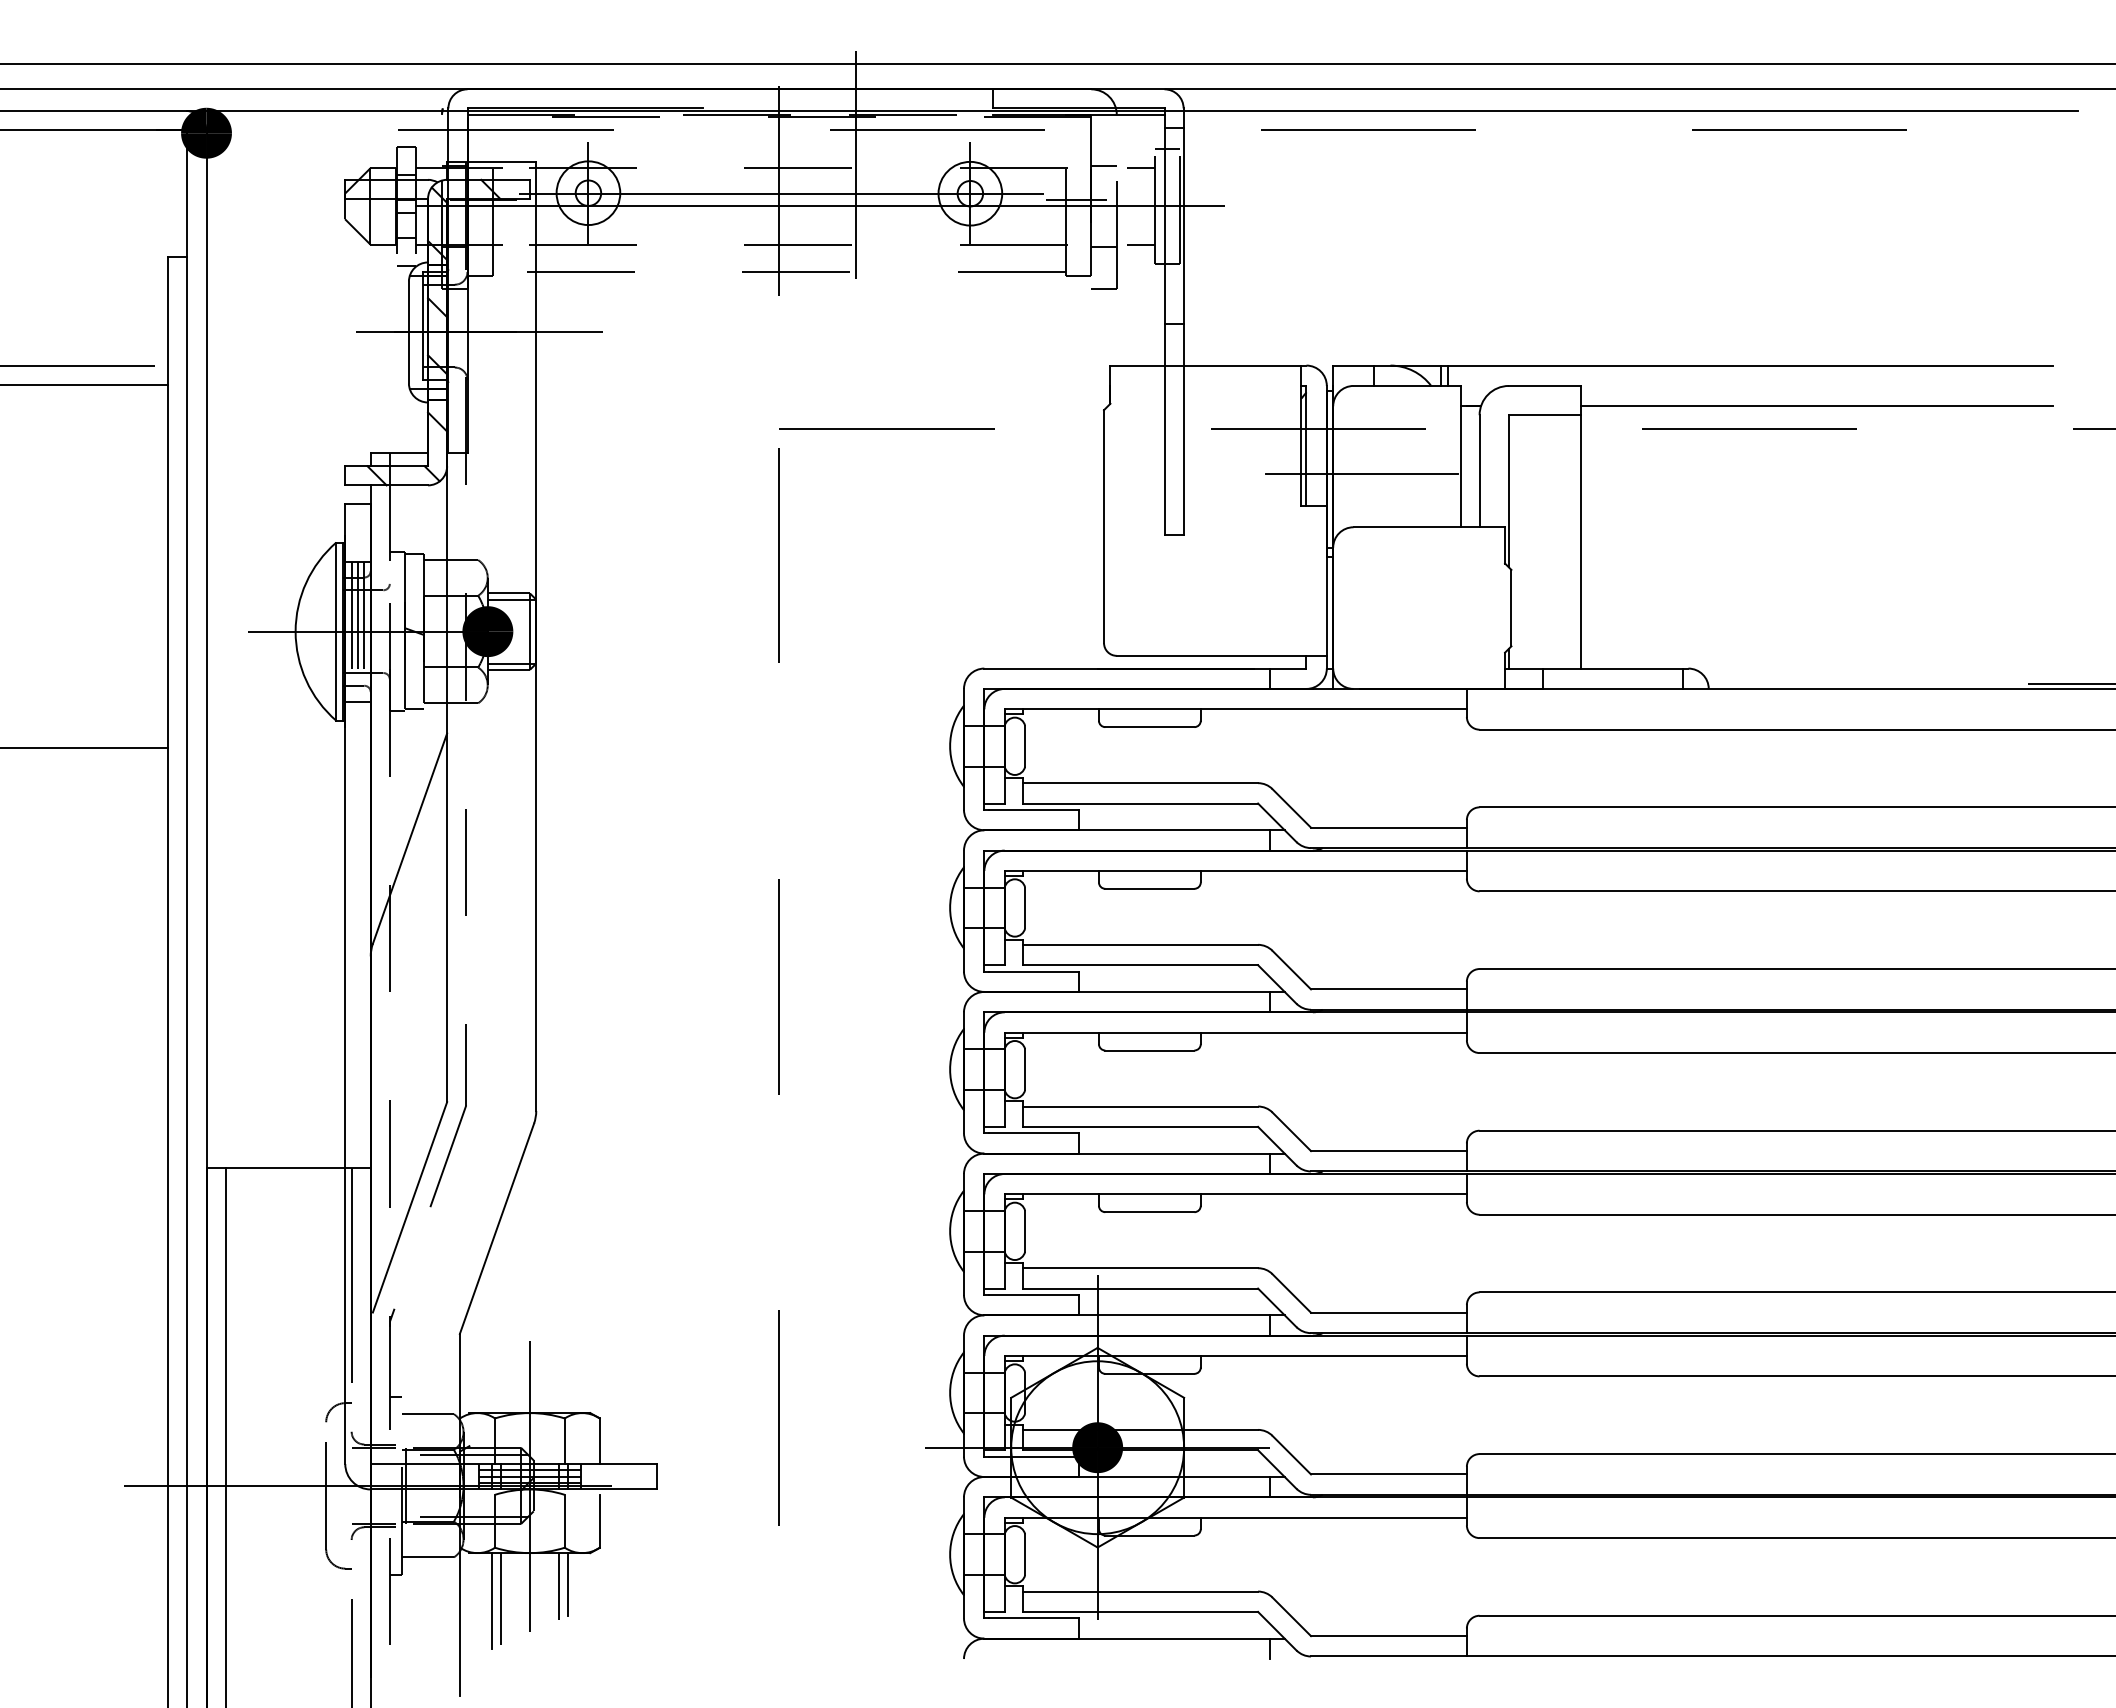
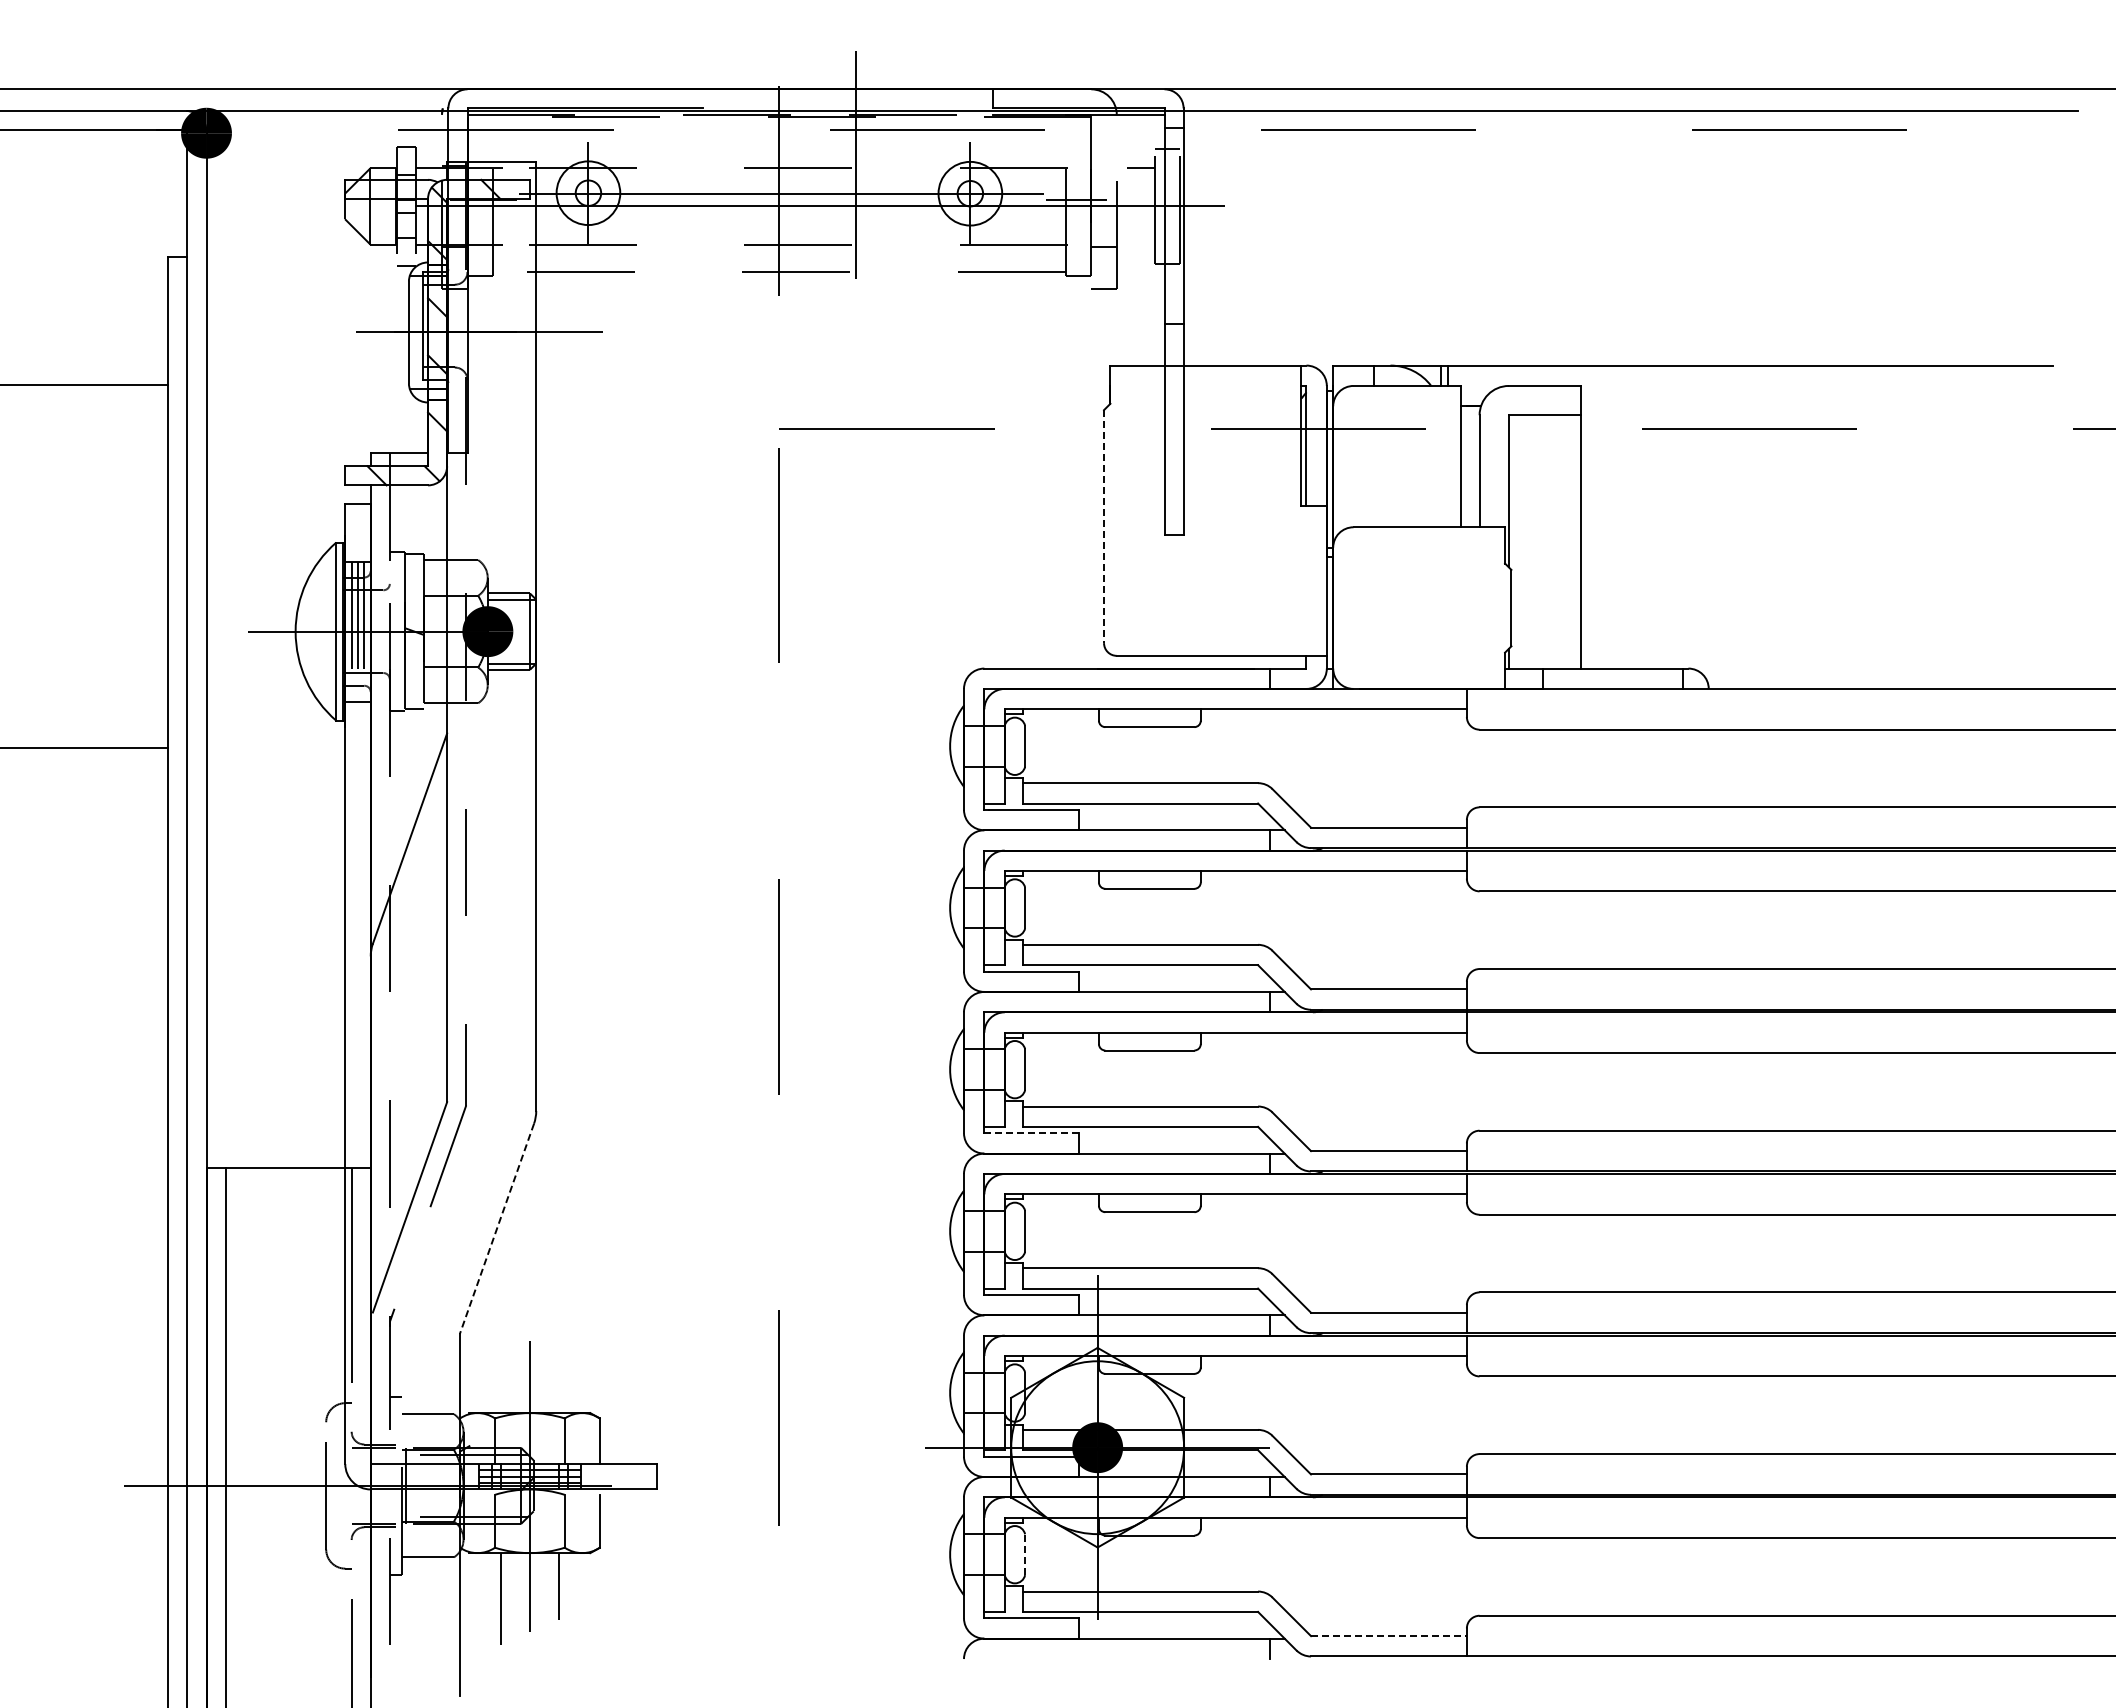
line at (1057, 63): present -> none
line at (1103, 165): present -> none
line at (1140, 244): present -> none
line at (85, 365): present -> none
line at (1816, 406): present -> none
line at (1361, 473): present -> none
line at (1104, 527): solid -> dashed
line at (2069, 683): present -> none
line at (1034, 1133): solid -> dashed
line at (496, 1228): solid -> dashed
line at (1025, 1554): solid -> dashed
line at (568, 1584): present -> none
line at (491, 1601): present -> none
line at (1388, 1636): solid -> dashed
